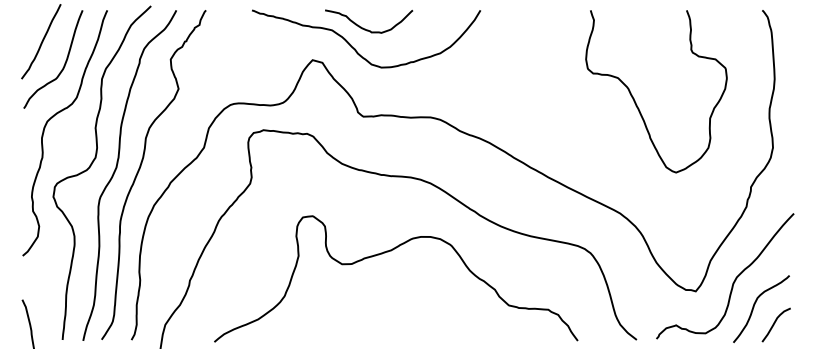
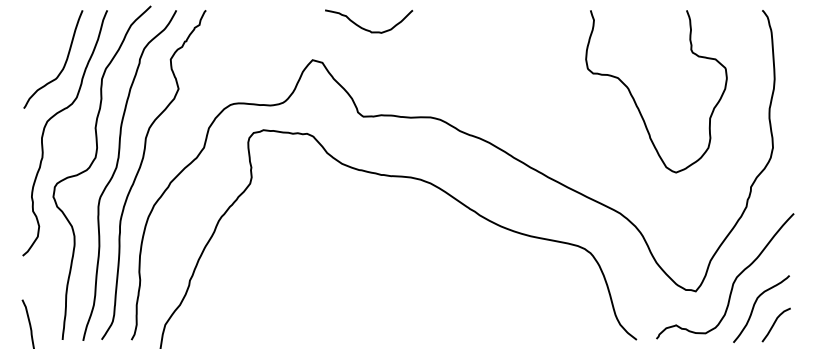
curve at (41, 41): present -> none
curve at (355, 48): present -> none
curve at (388, 252): present -> none
